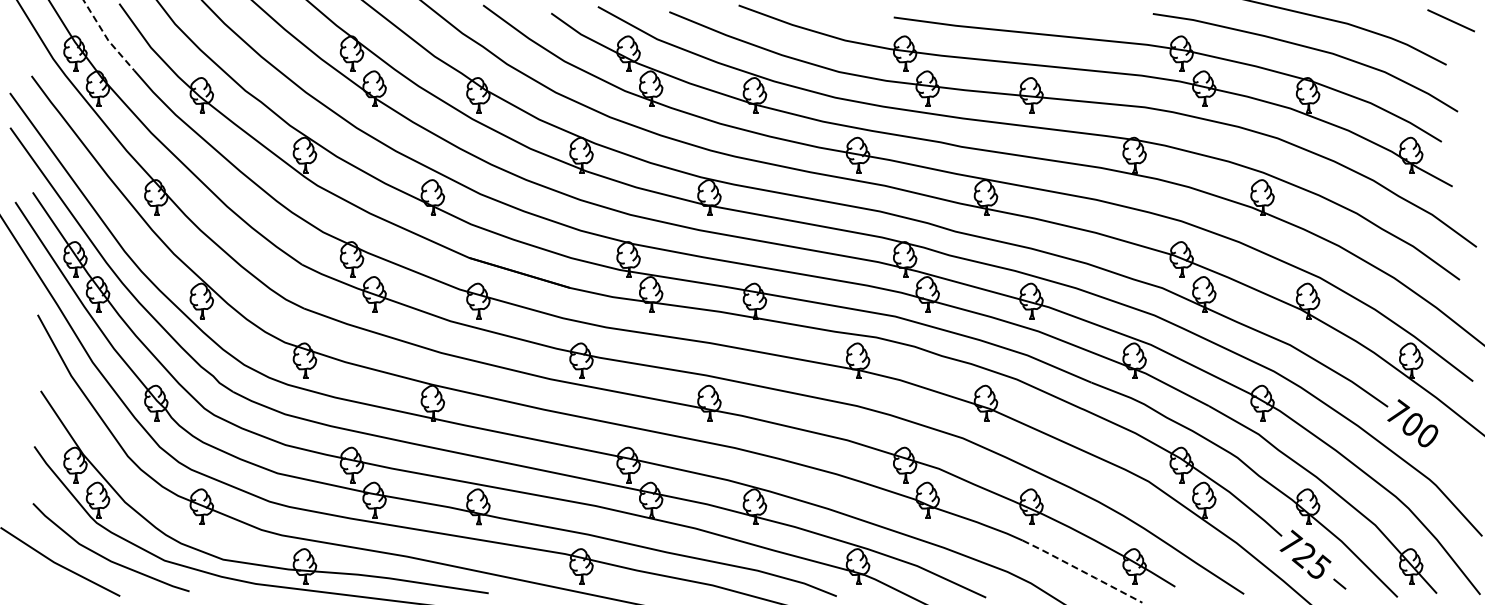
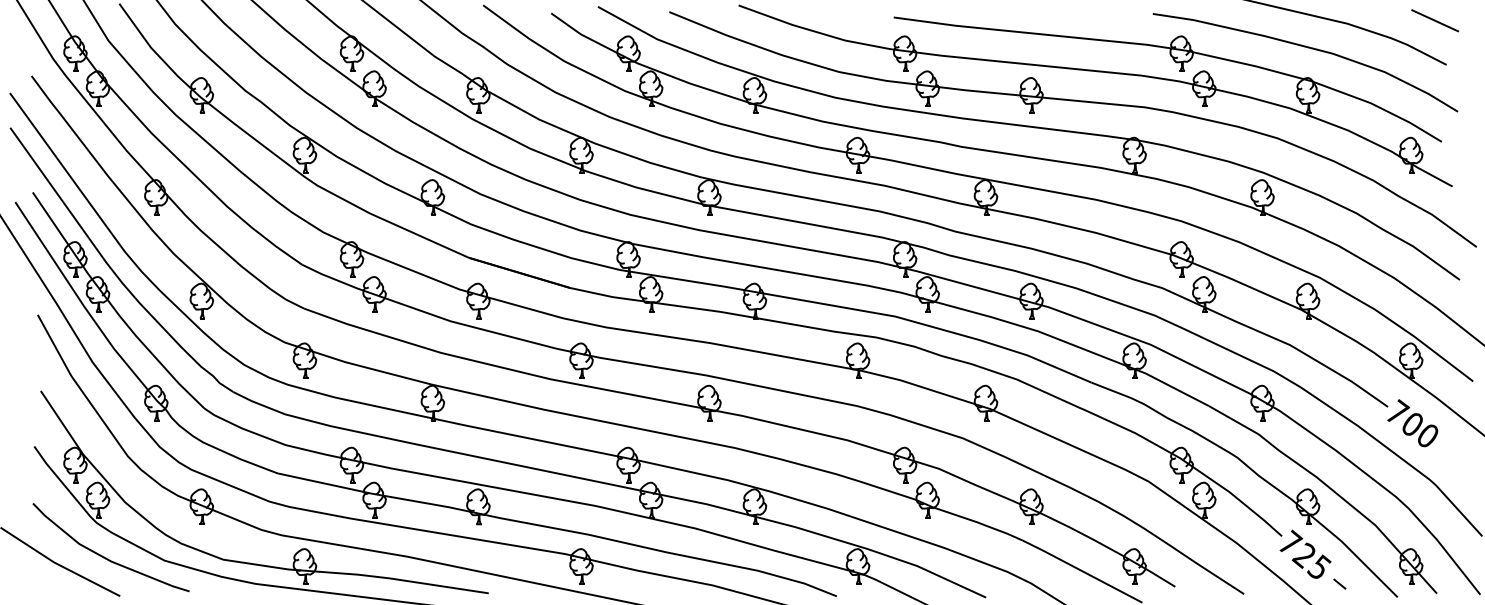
line at (1450, 20) position: (1450, 20) -> (1434, 20)
line at (107, 38): dashed -> solid
line at (1082, 571): dashed -> solid
